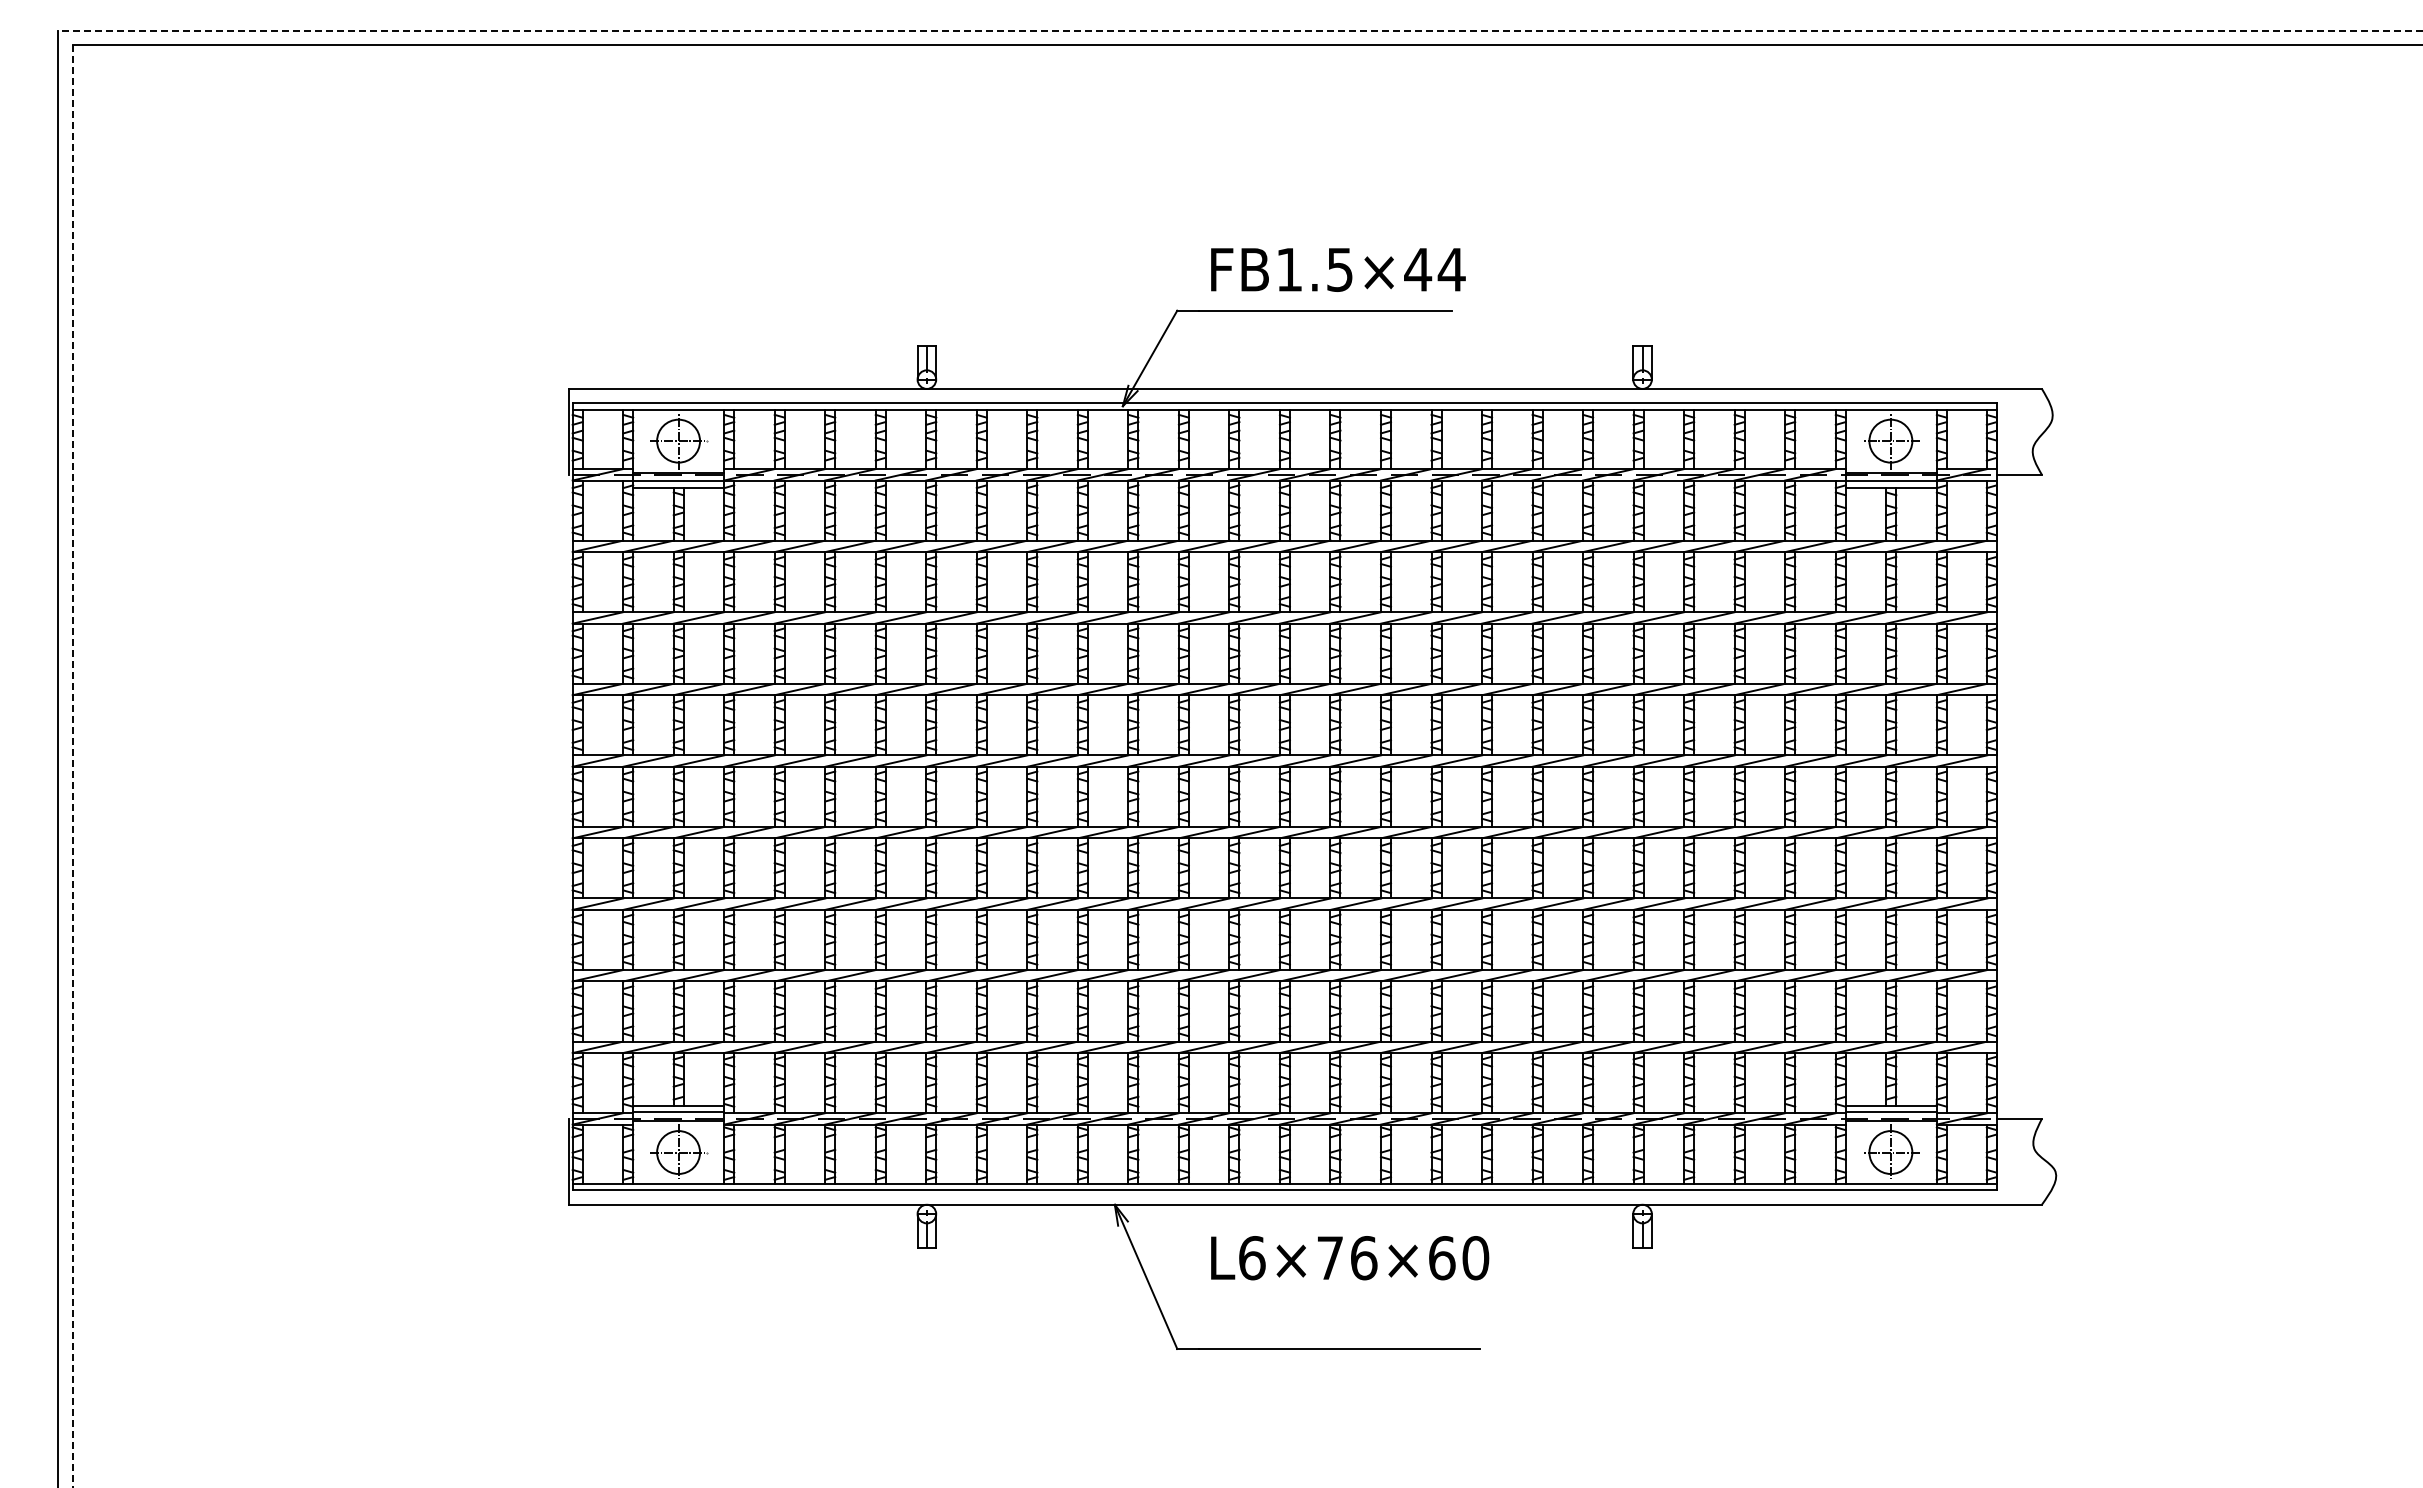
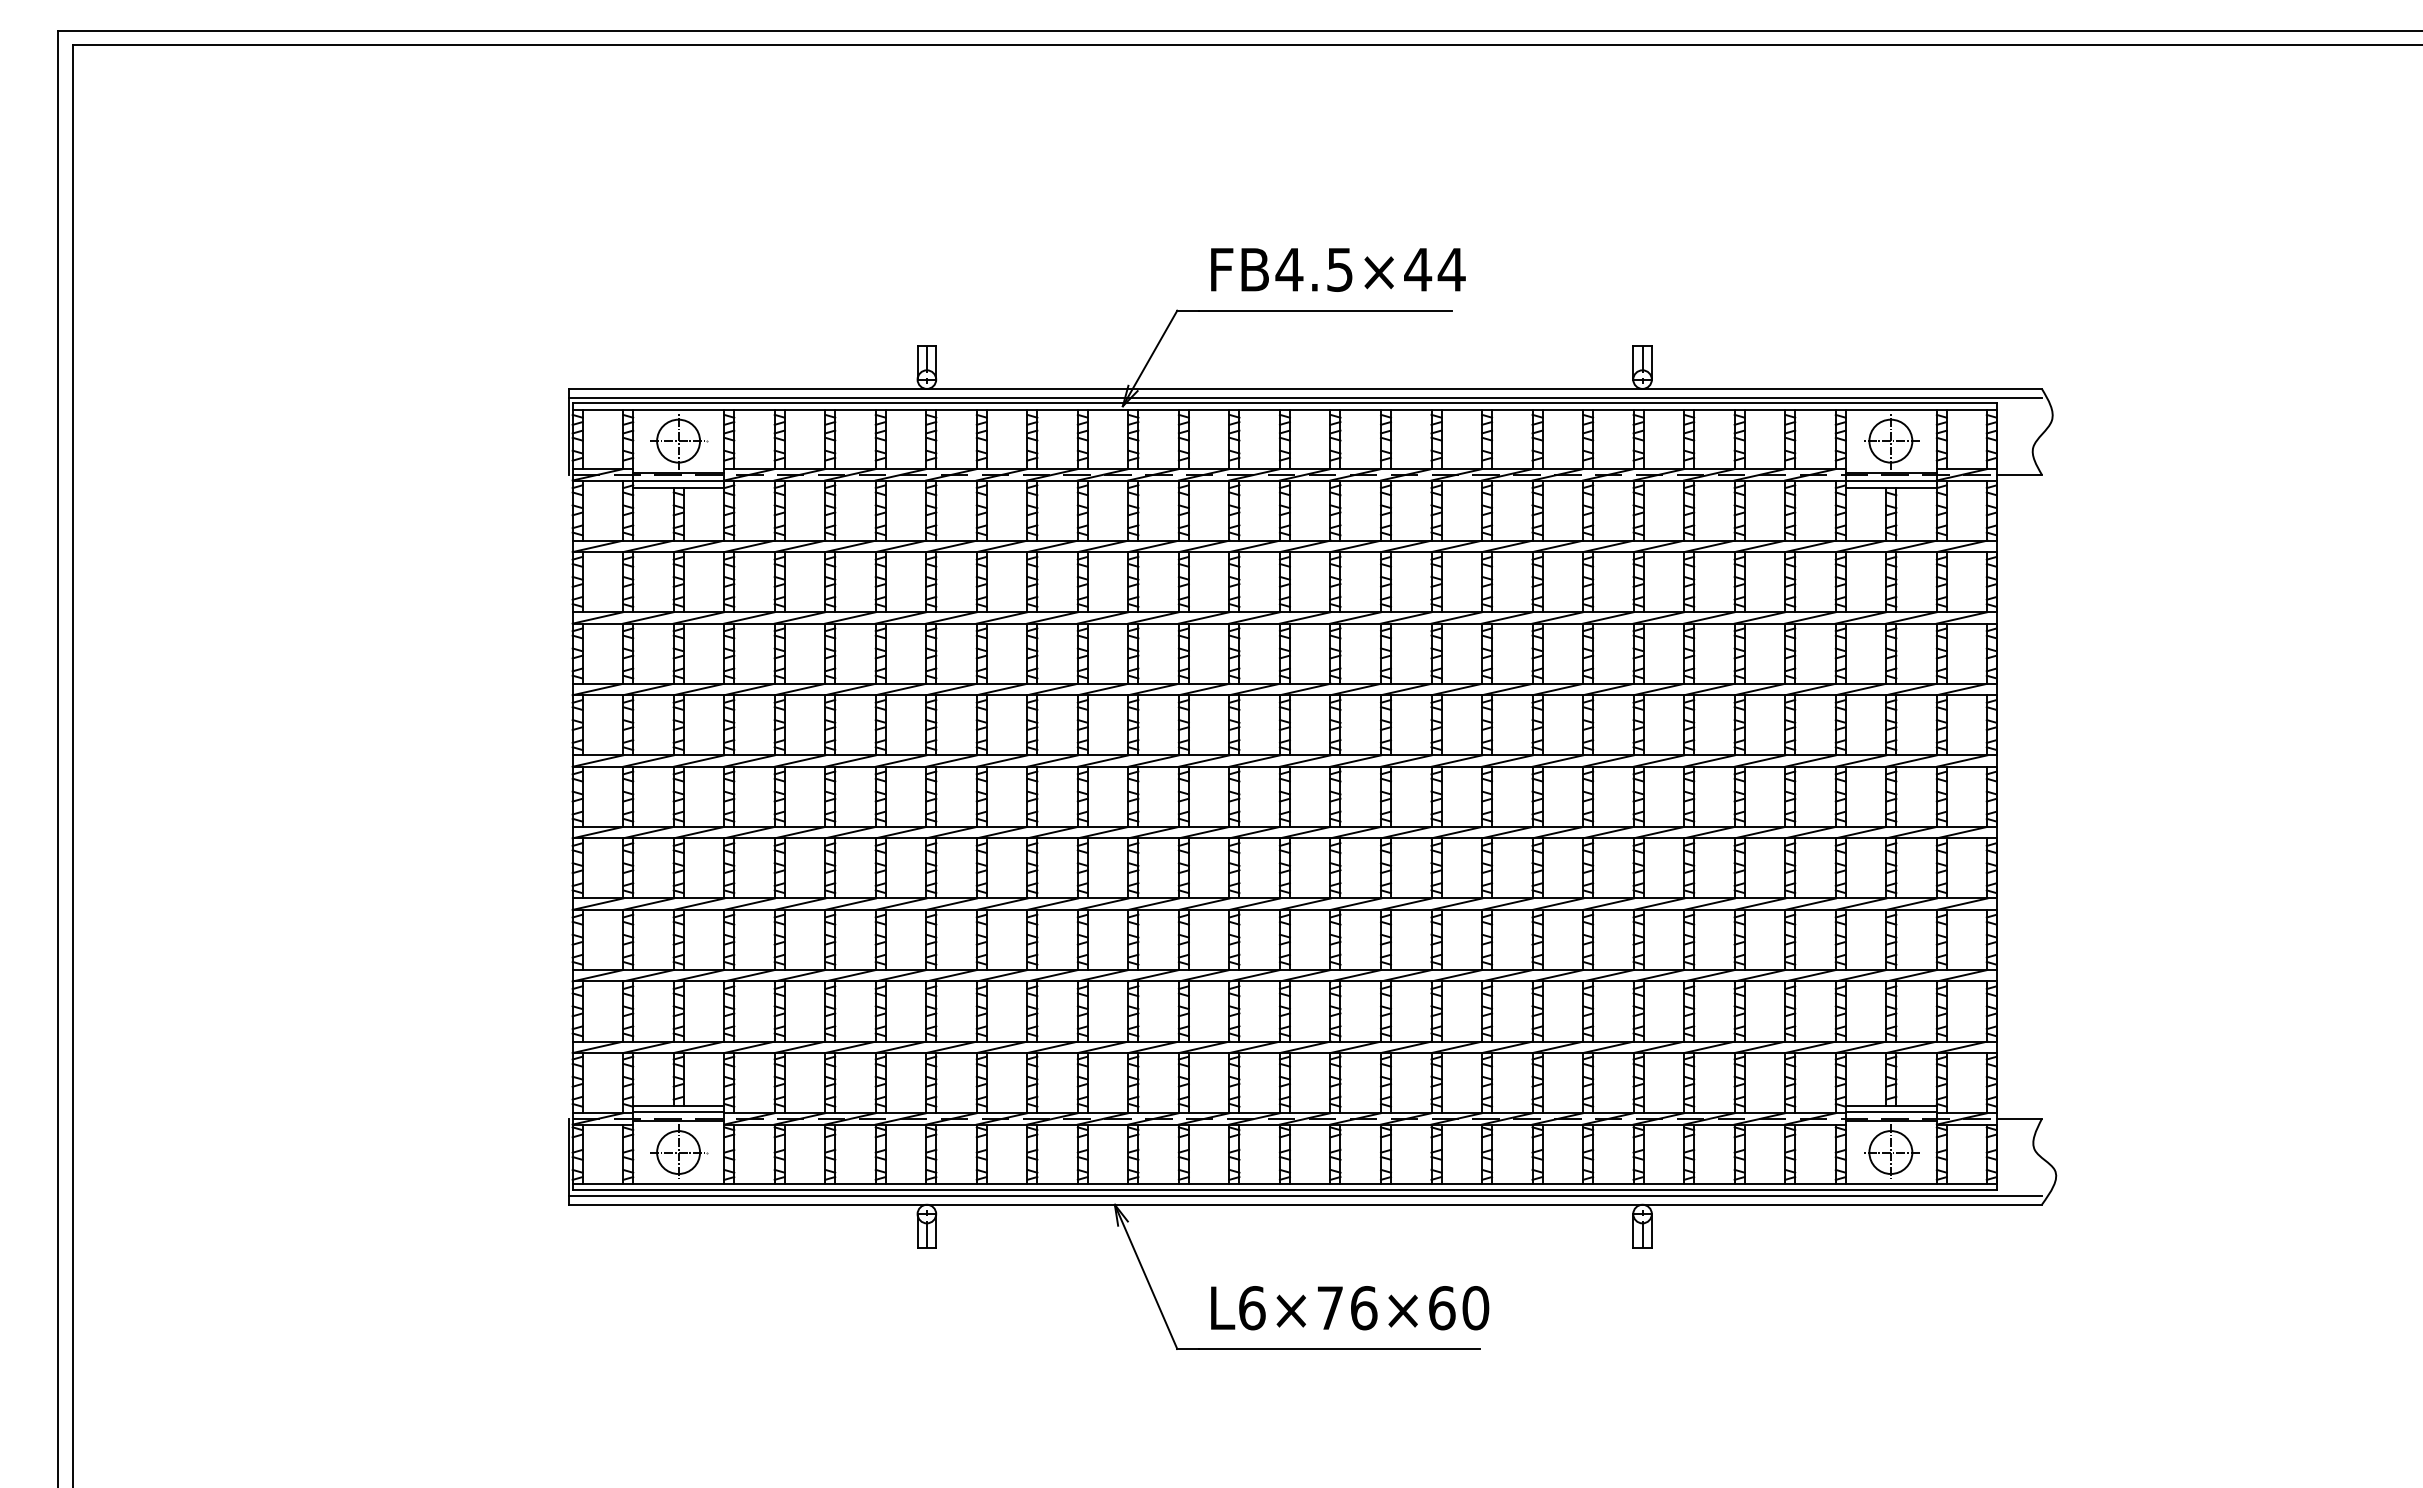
line at (1240, 31): dashed -> solid
text at (1289, 269): FB1.5×44 -> FB4.5×44
line at (1305, 397): none -> present
line at (72, 766): dashed -> solid
line at (1305, 1196): none -> present
text at (1350, 1258) position: (1350, 1258) -> (1350, 1308)
